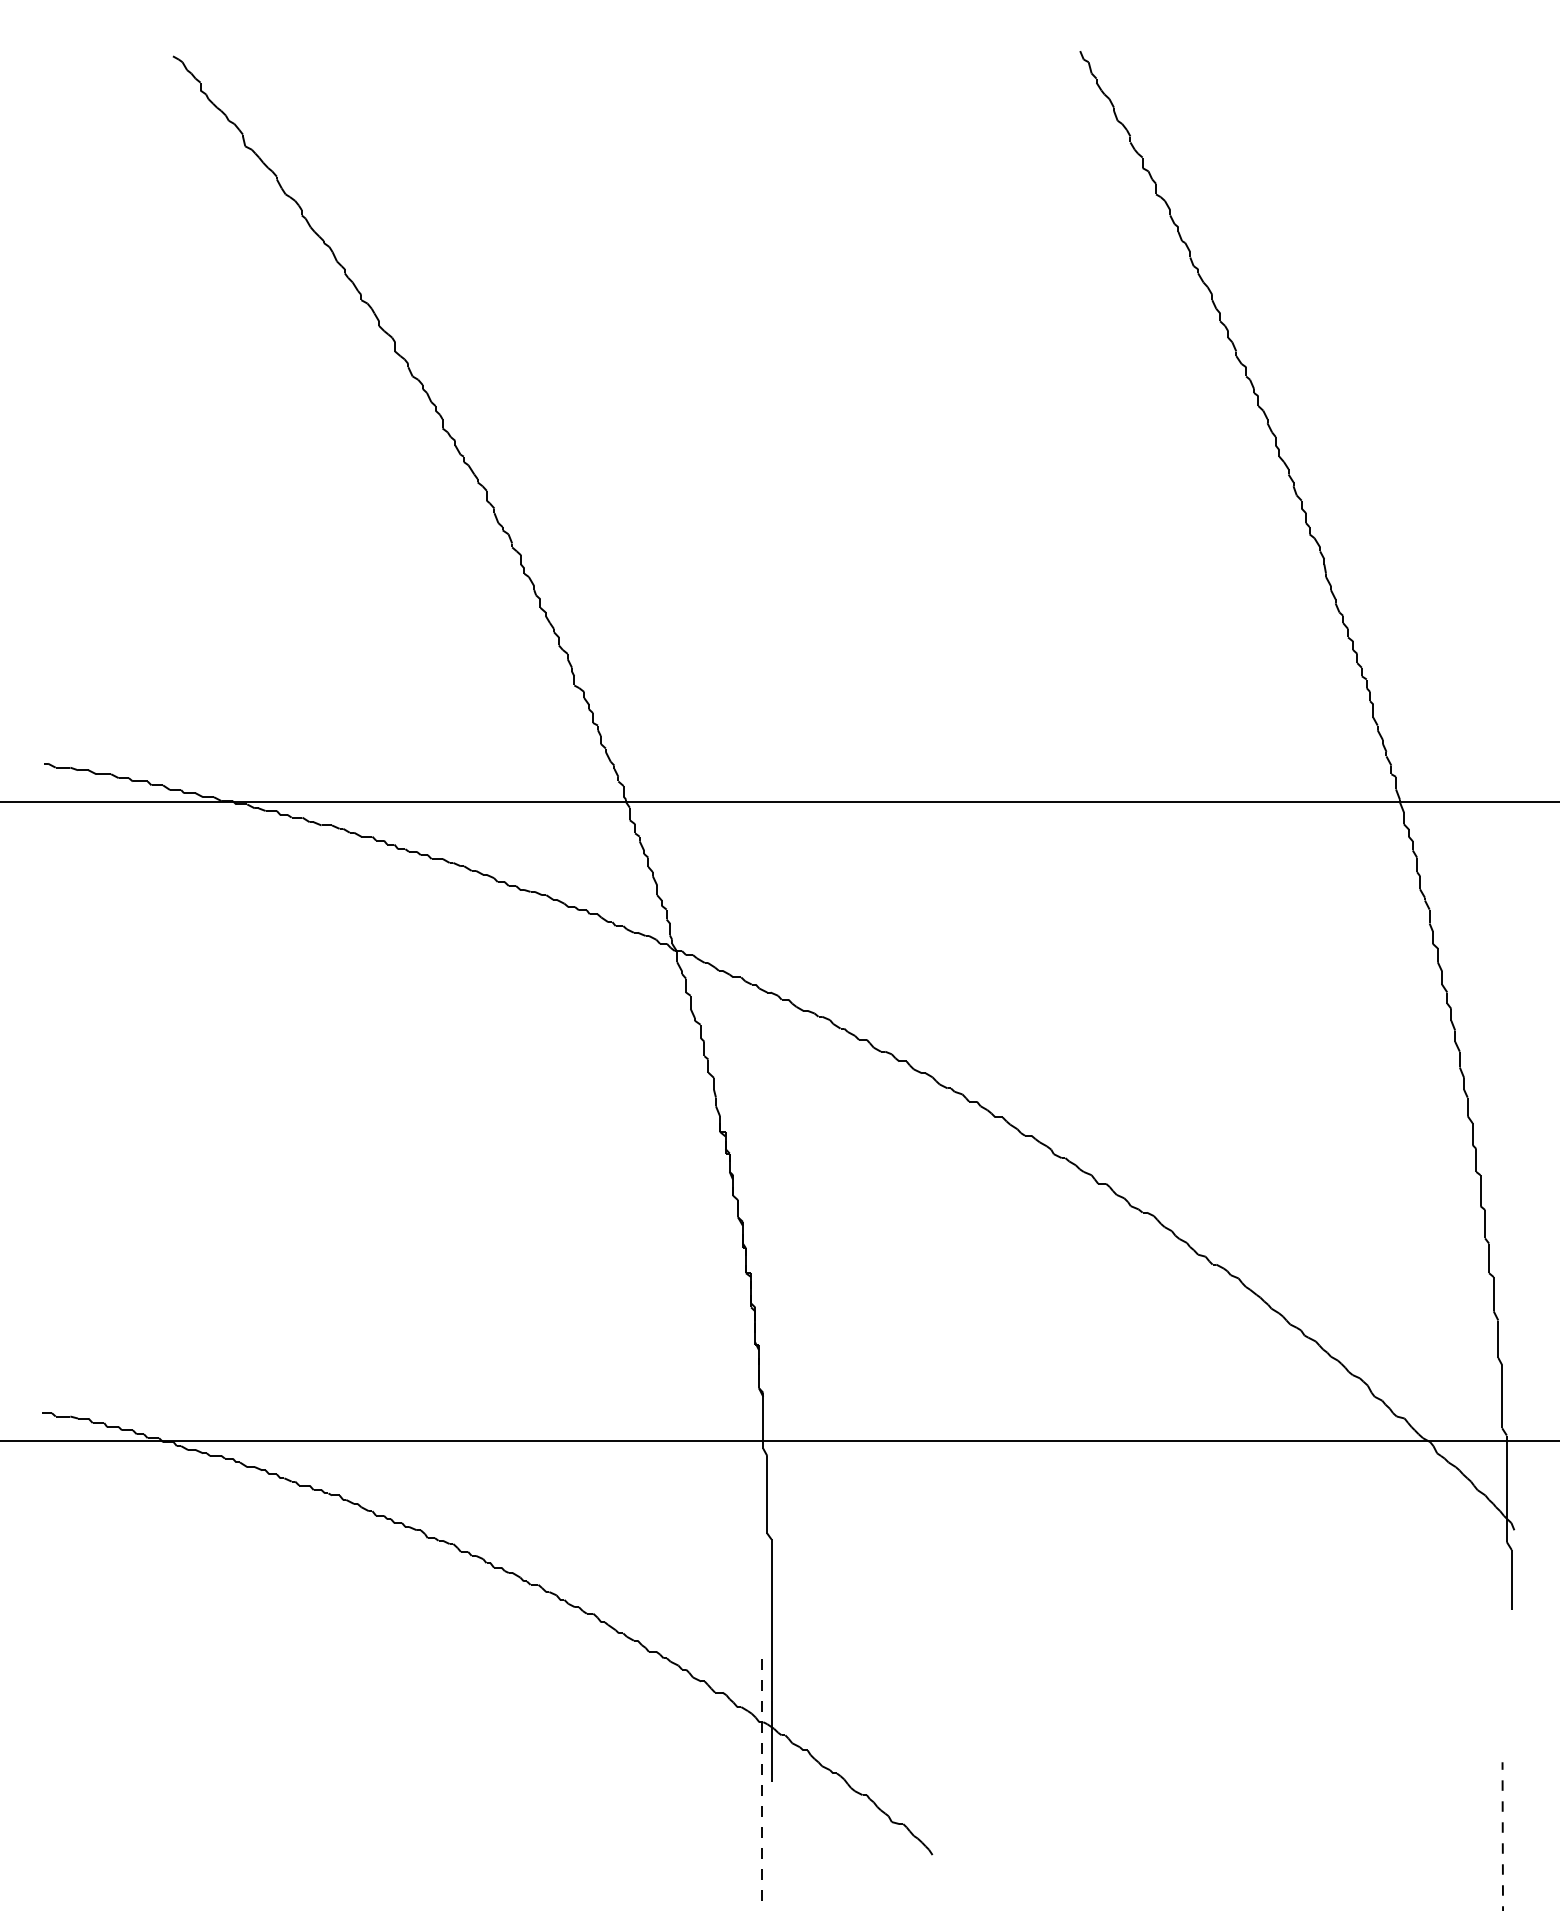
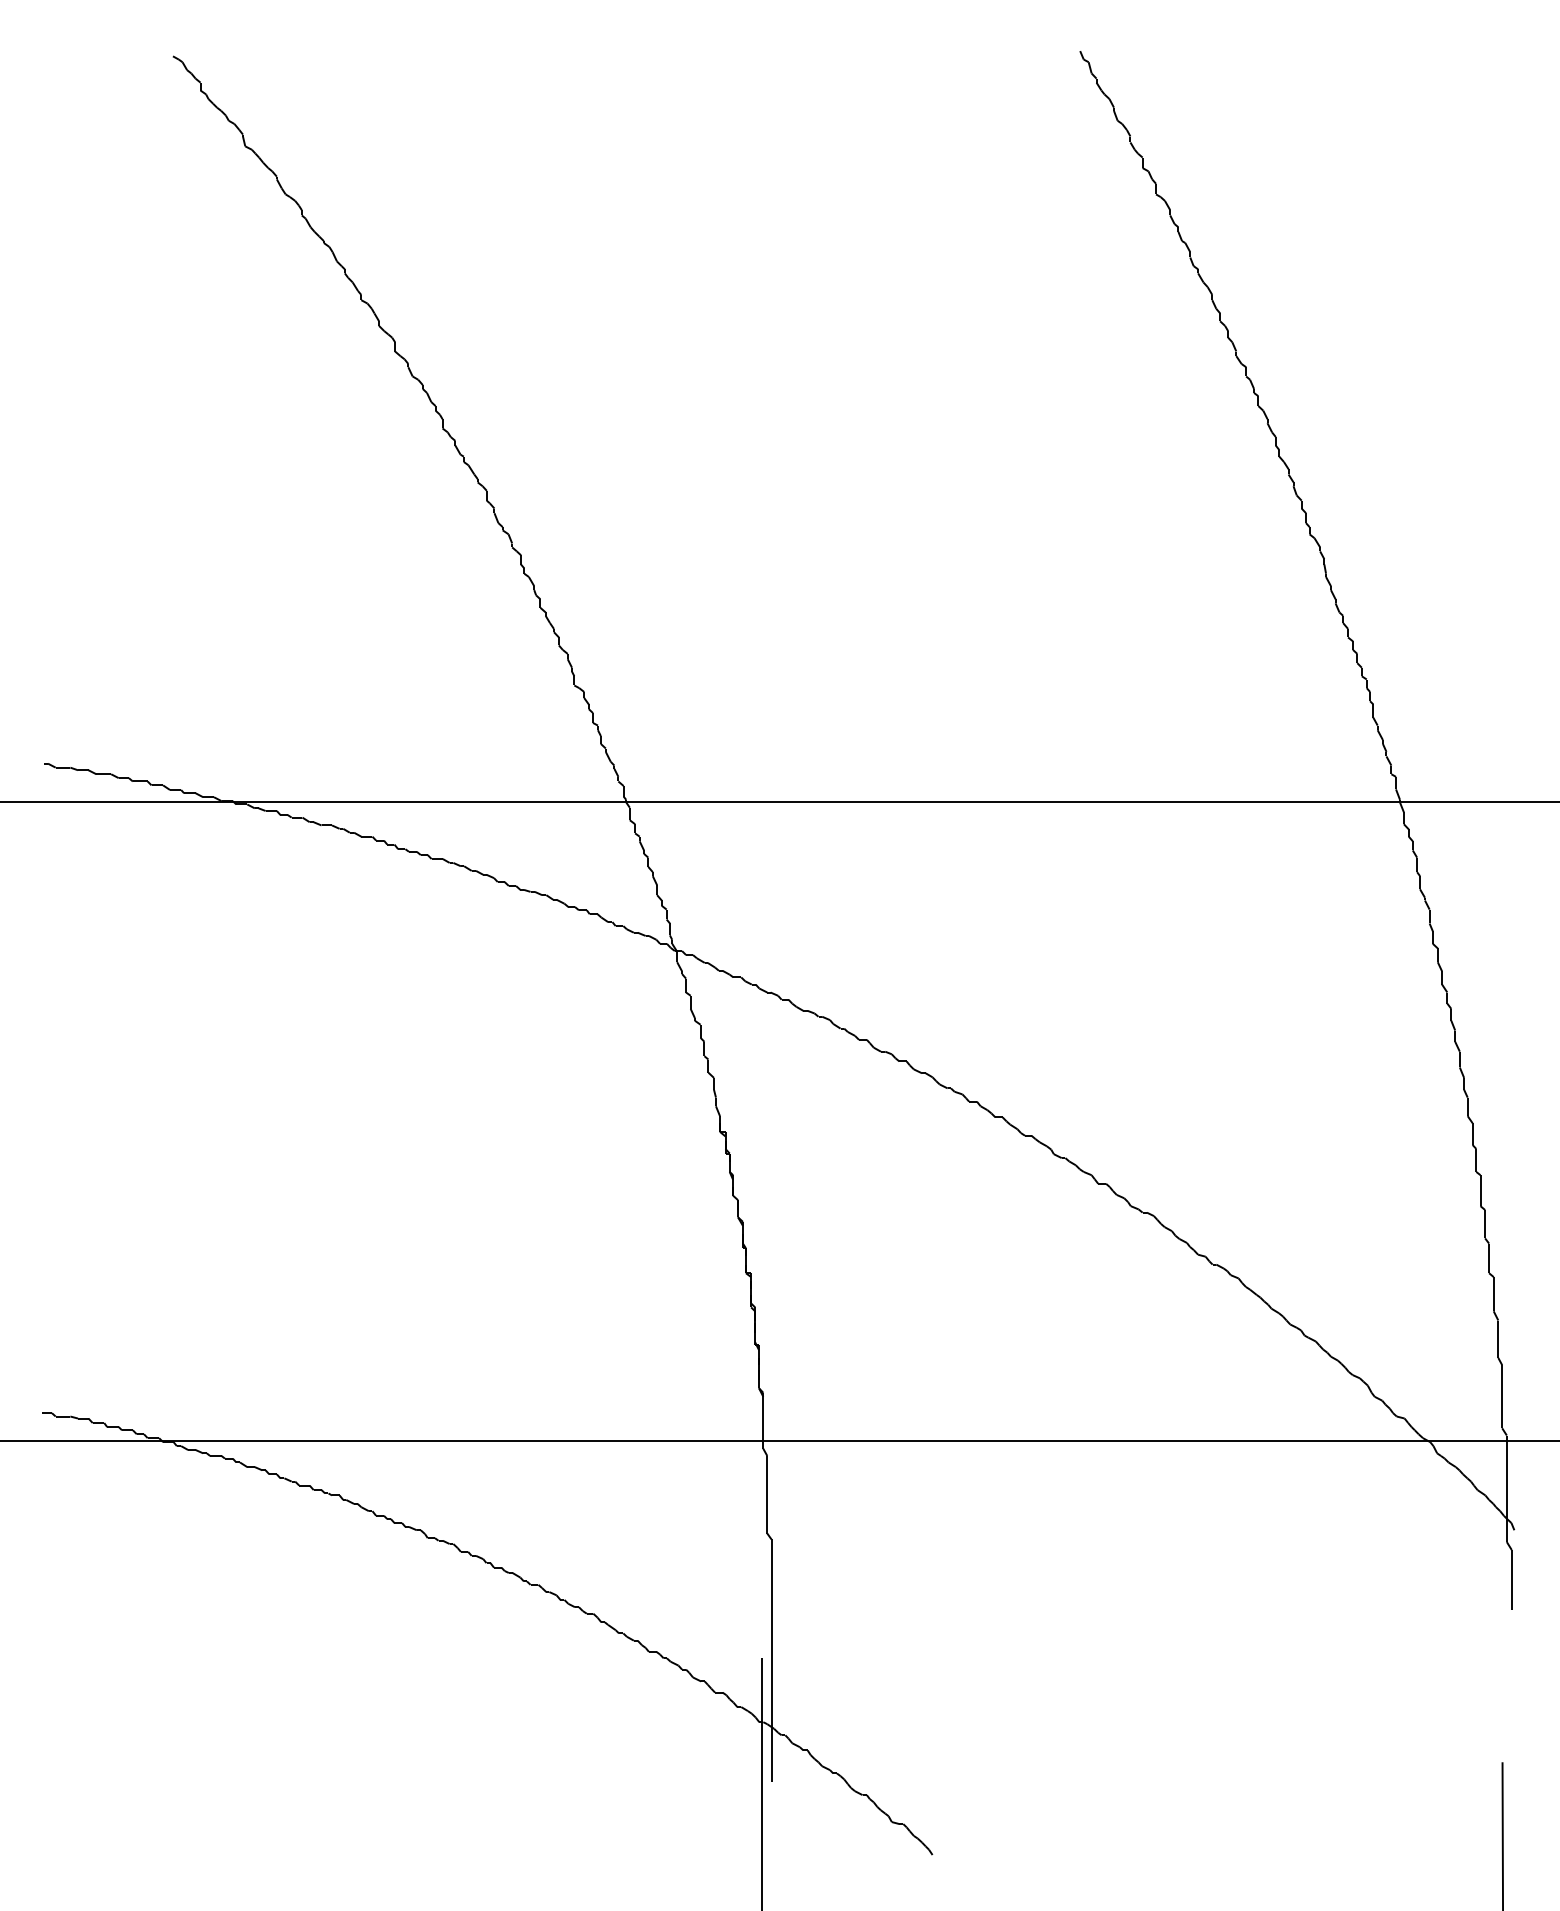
line at (761, 1784): dashed -> solid
line at (1502, 1836): dashed -> solid
